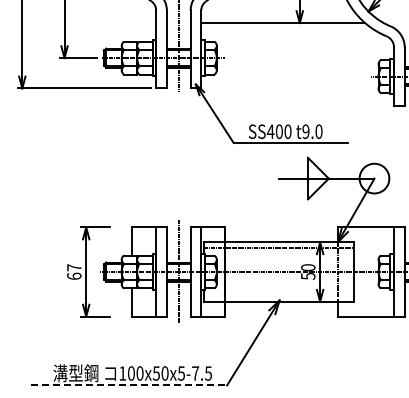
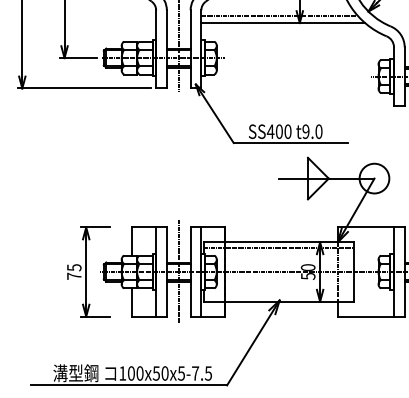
line at (279, 15): none -> present
text at (74, 271): 67 -> 75
line at (129, 385): dashed -> solid
